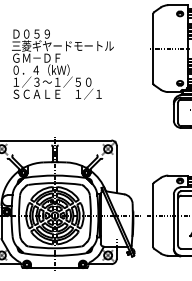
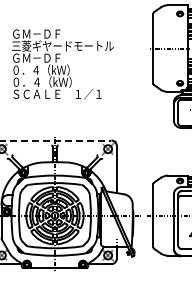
text at (36, 33): Ｄ０５９ -> ＧＭ－ＤＦ
text at (52, 81): １／３～１／５０ -> ０．４（kＷ）
line at (56, 140): solid -> dashed
